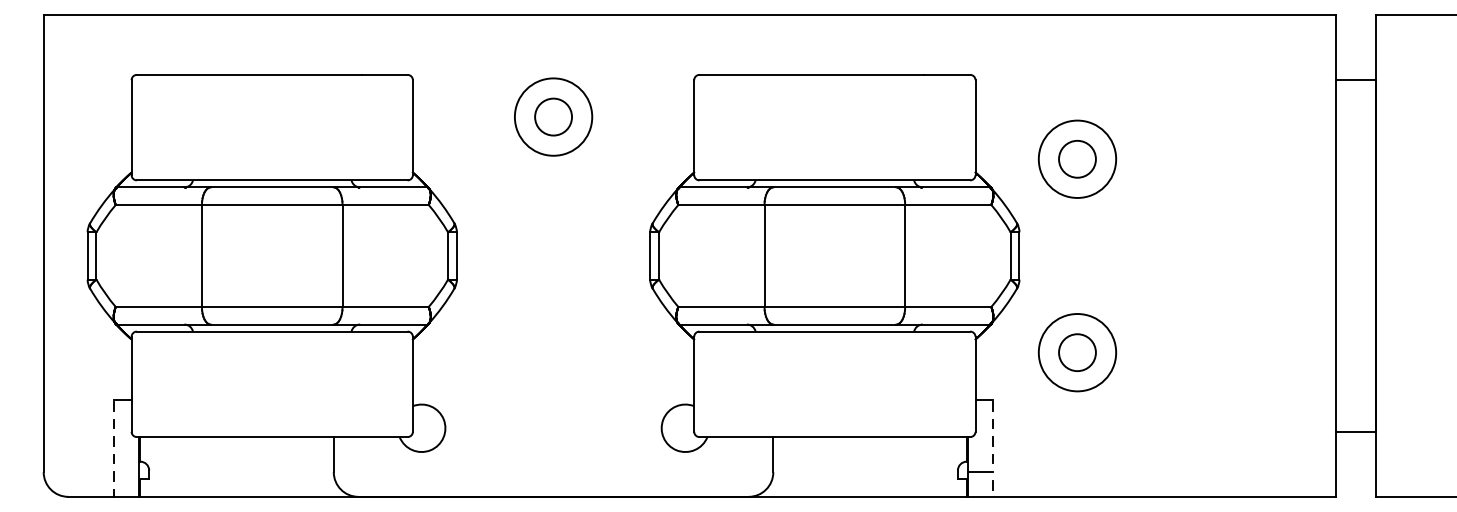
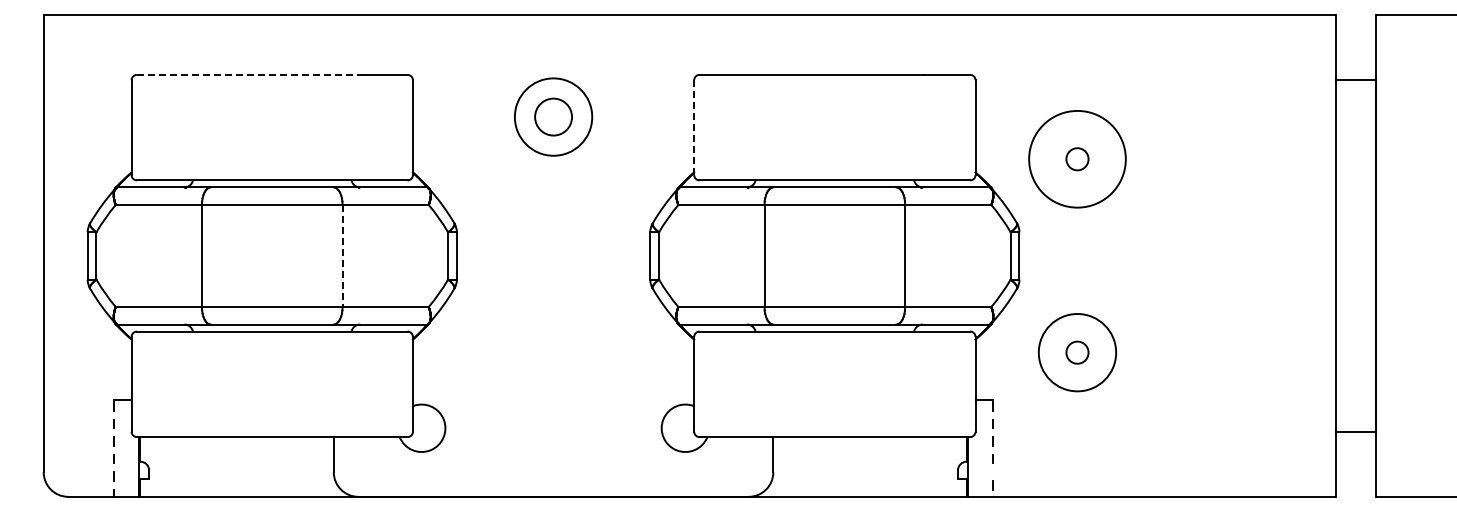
line at (249, 74): solid -> dashed
line at (694, 128): solid -> dashed
circle at (1077, 158) diameter: 37 px -> 22 px
circle at (1077, 158) diameter: 77 px -> 97 px
line at (342, 255): solid -> dashed
circle at (1077, 352) diameter: 37 px -> 22 px
line at (980, 472): present -> none
